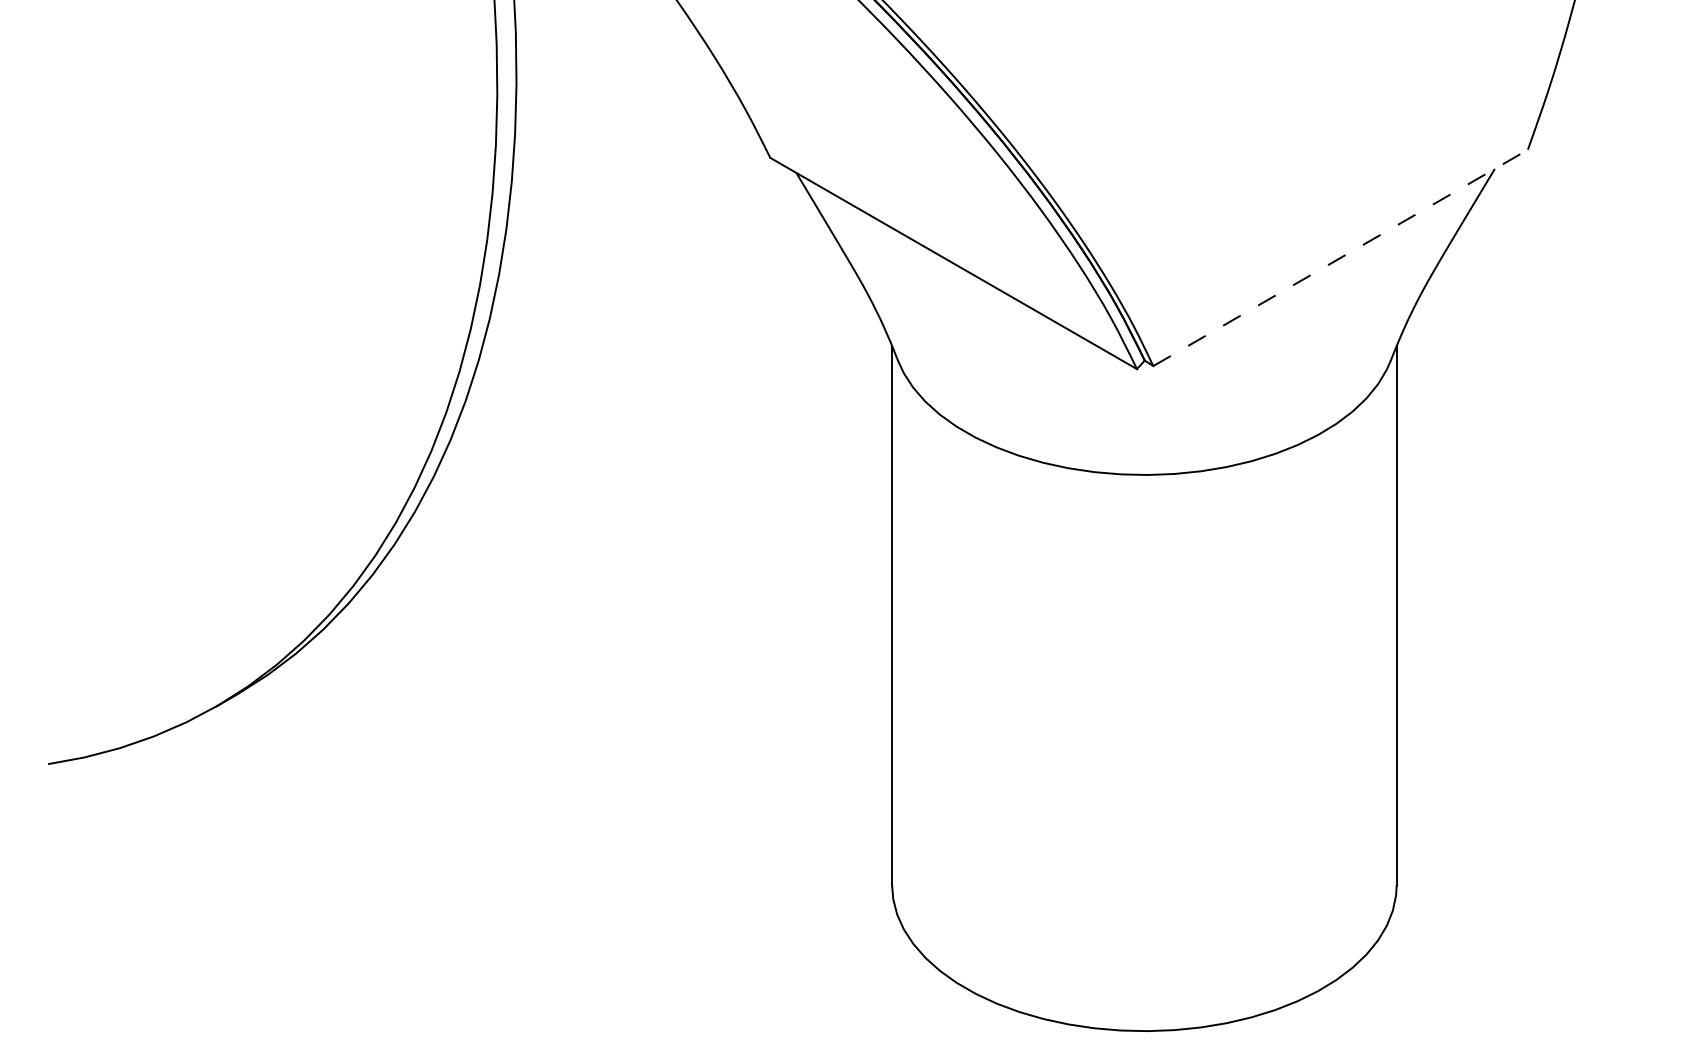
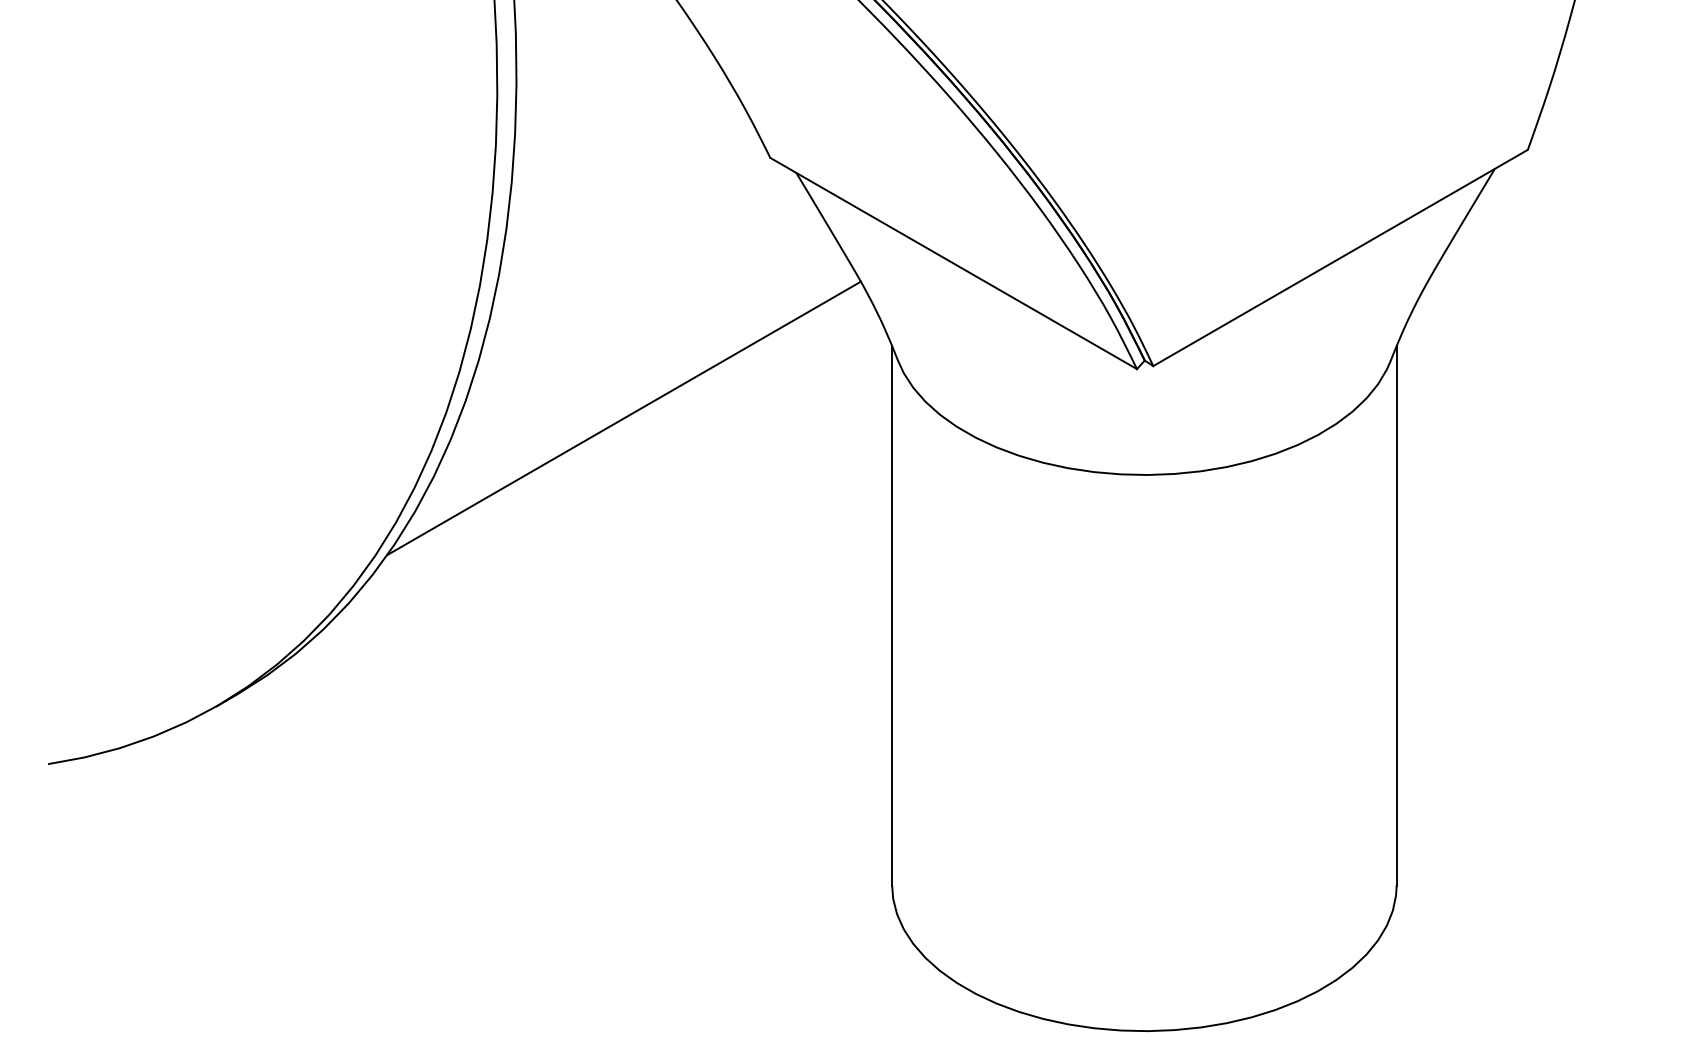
line at (1341, 257): dashed -> solid
line at (623, 418): none -> present
